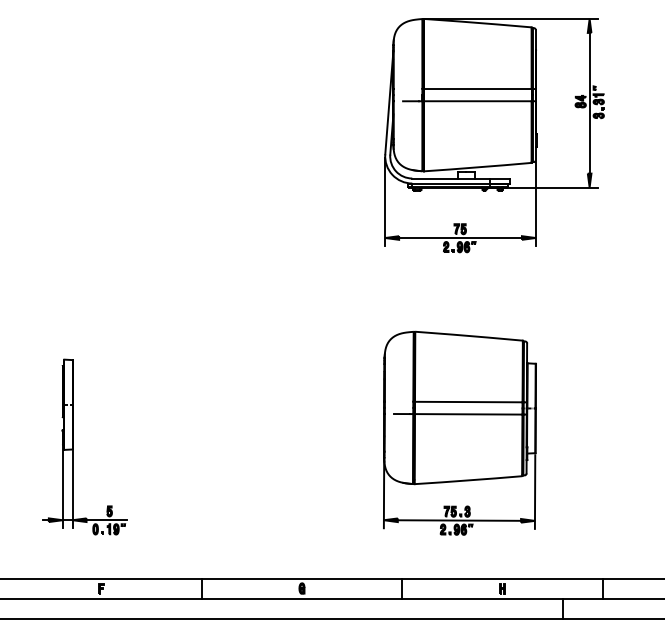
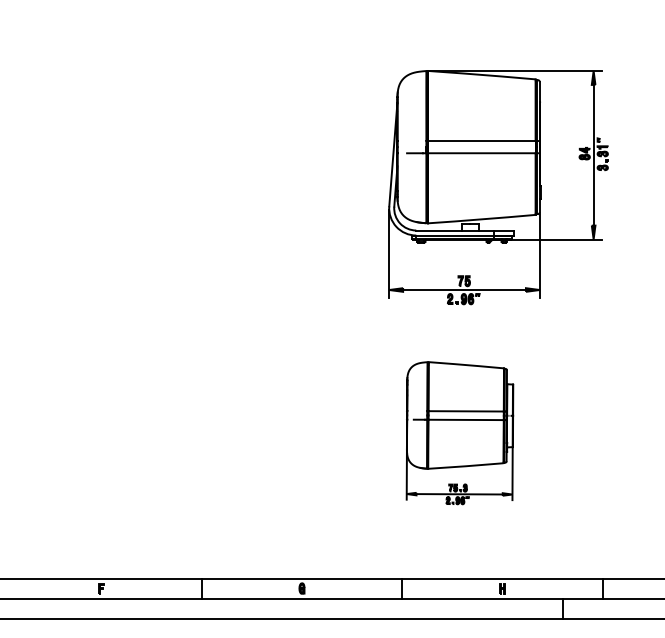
part at (494, 135) position: (494, 135) -> (498, 187)
part at (459, 432) size: 154x206 px -> 110x145 px
part at (73, 446): present -> none
